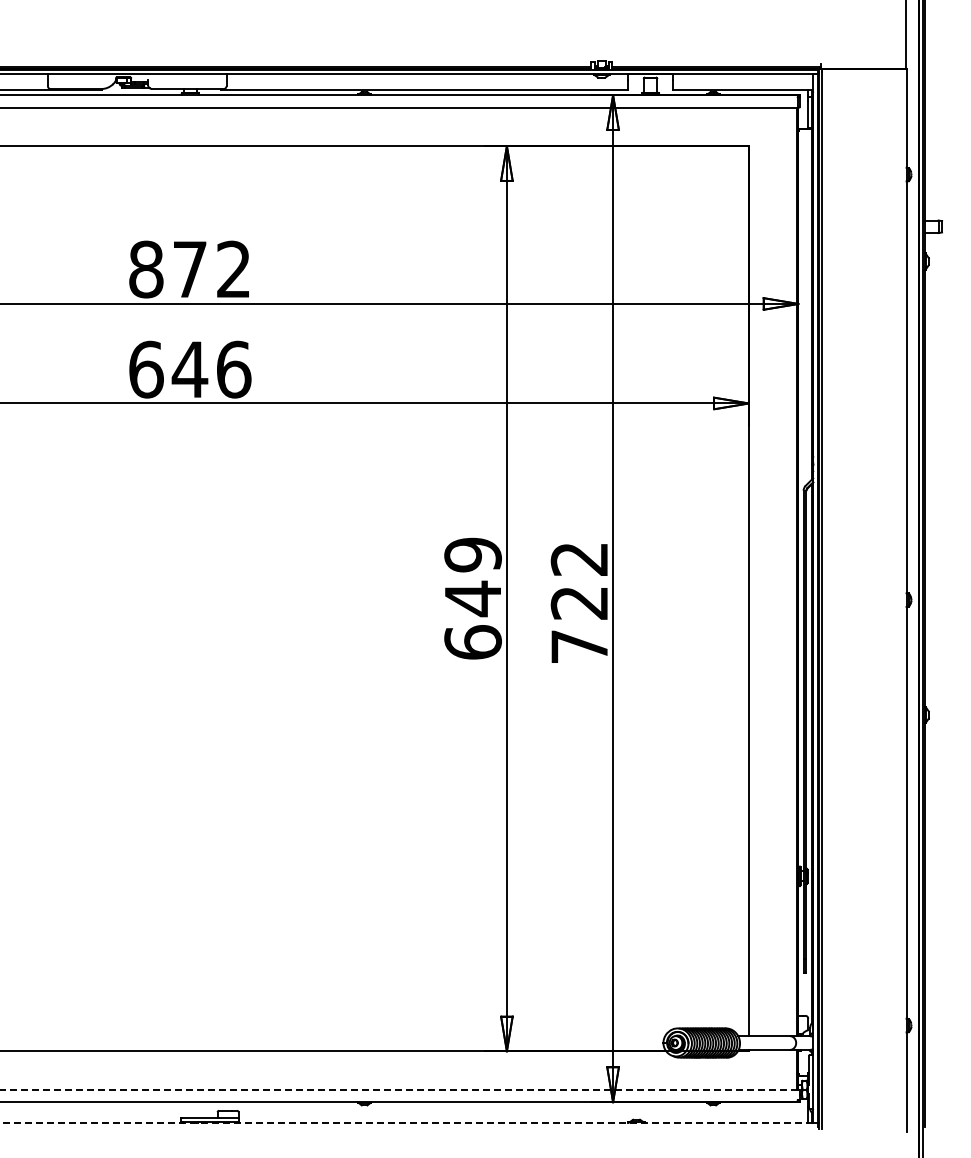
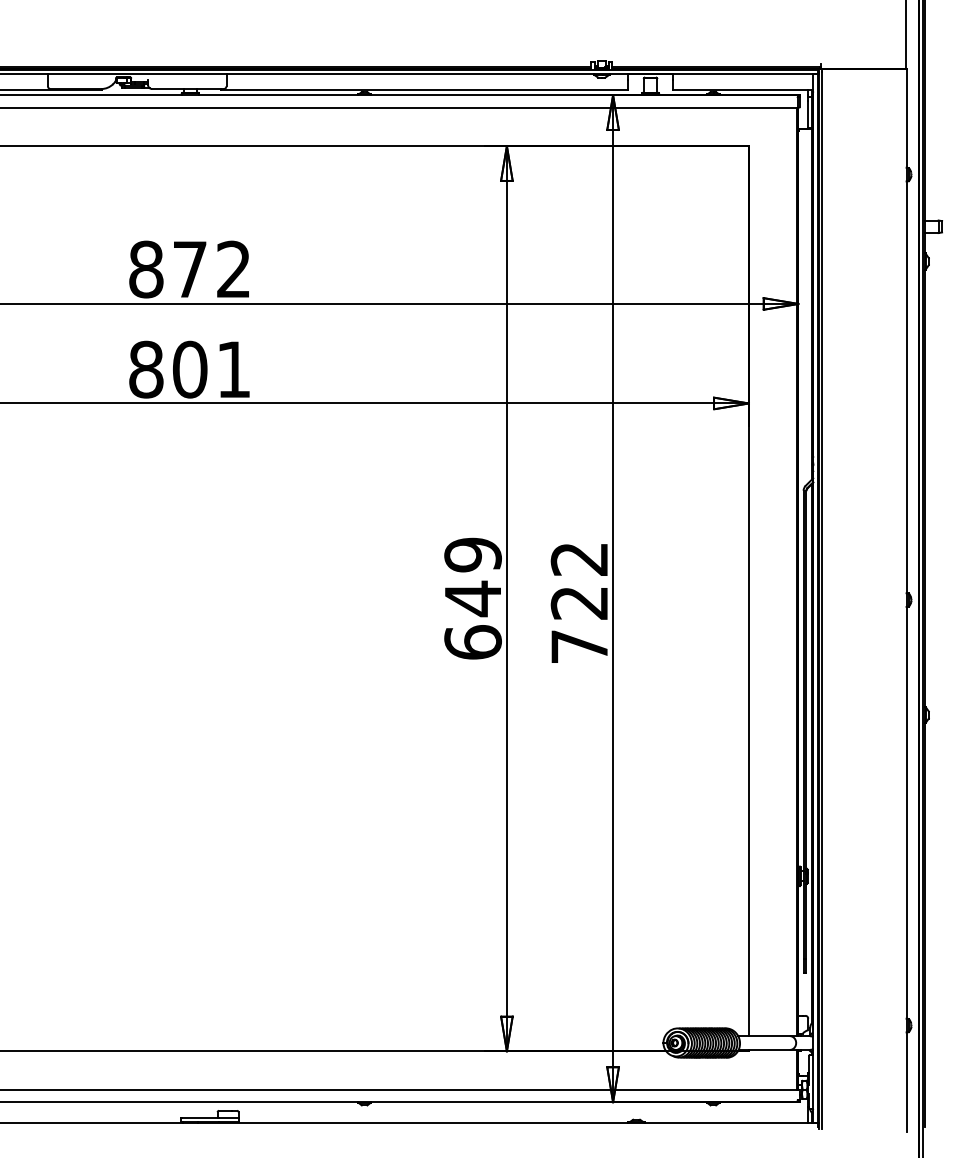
text at (190, 369): 646 -> 801
line at (399, 1089): dashed -> solid
line at (409, 1123): dashed -> solid
